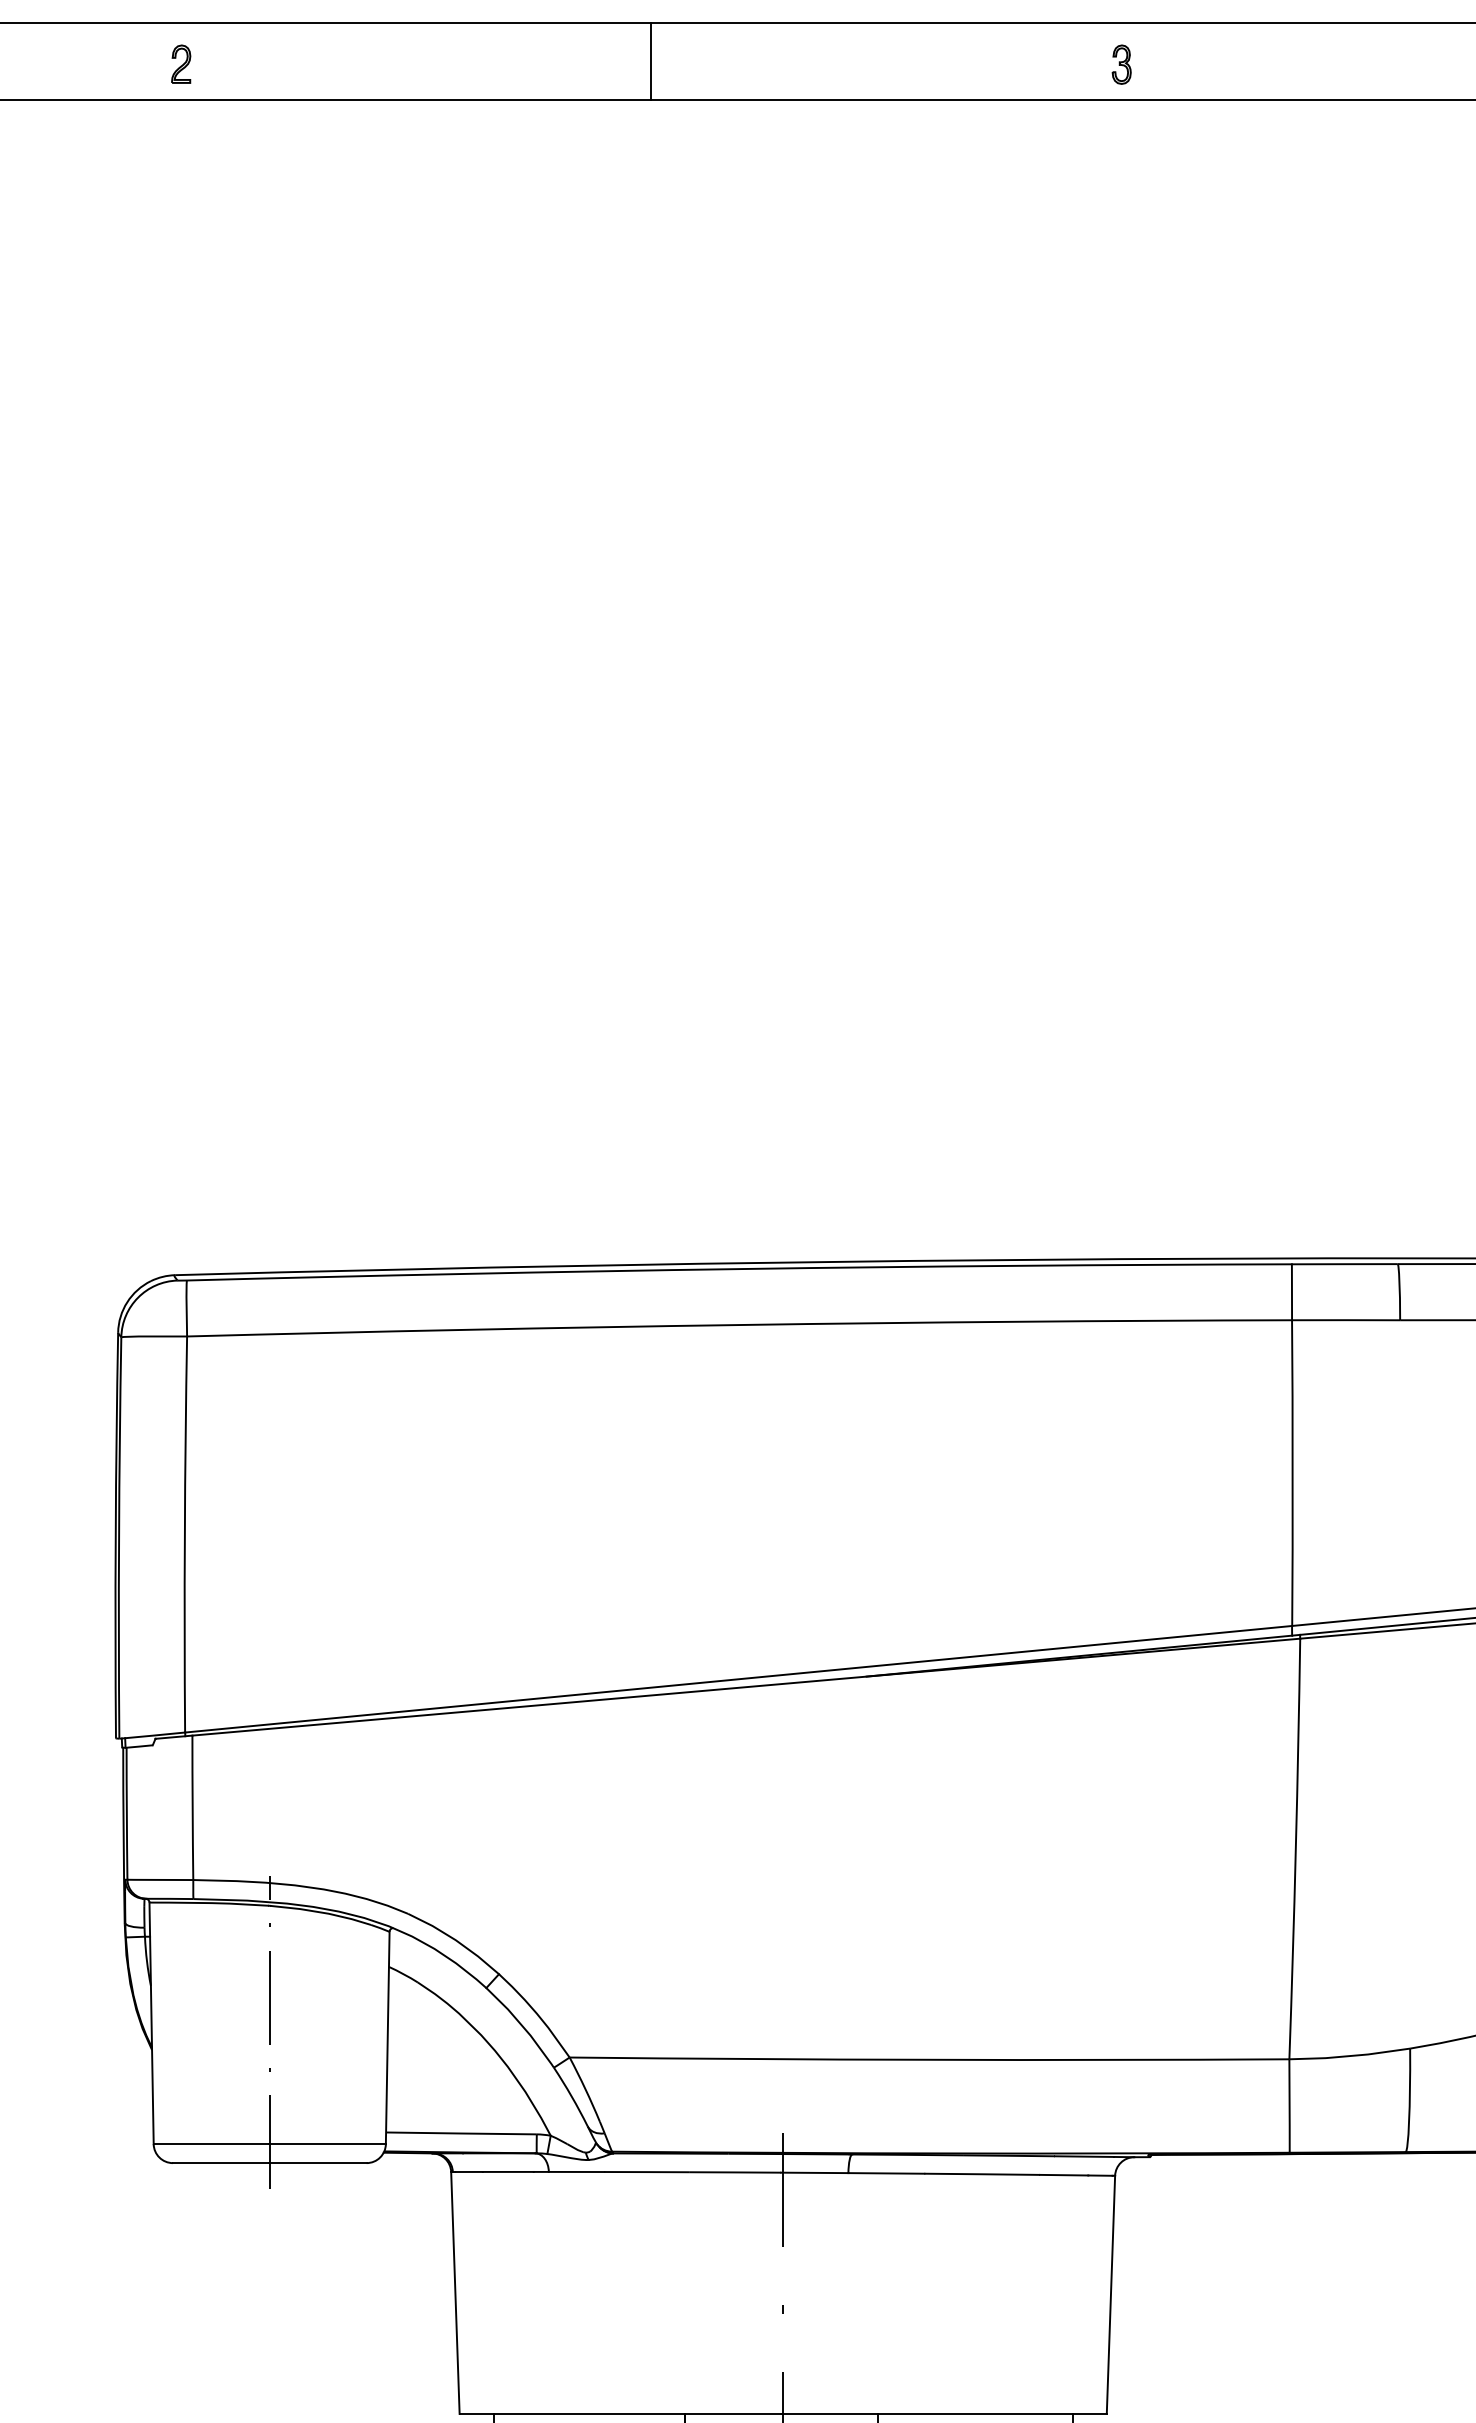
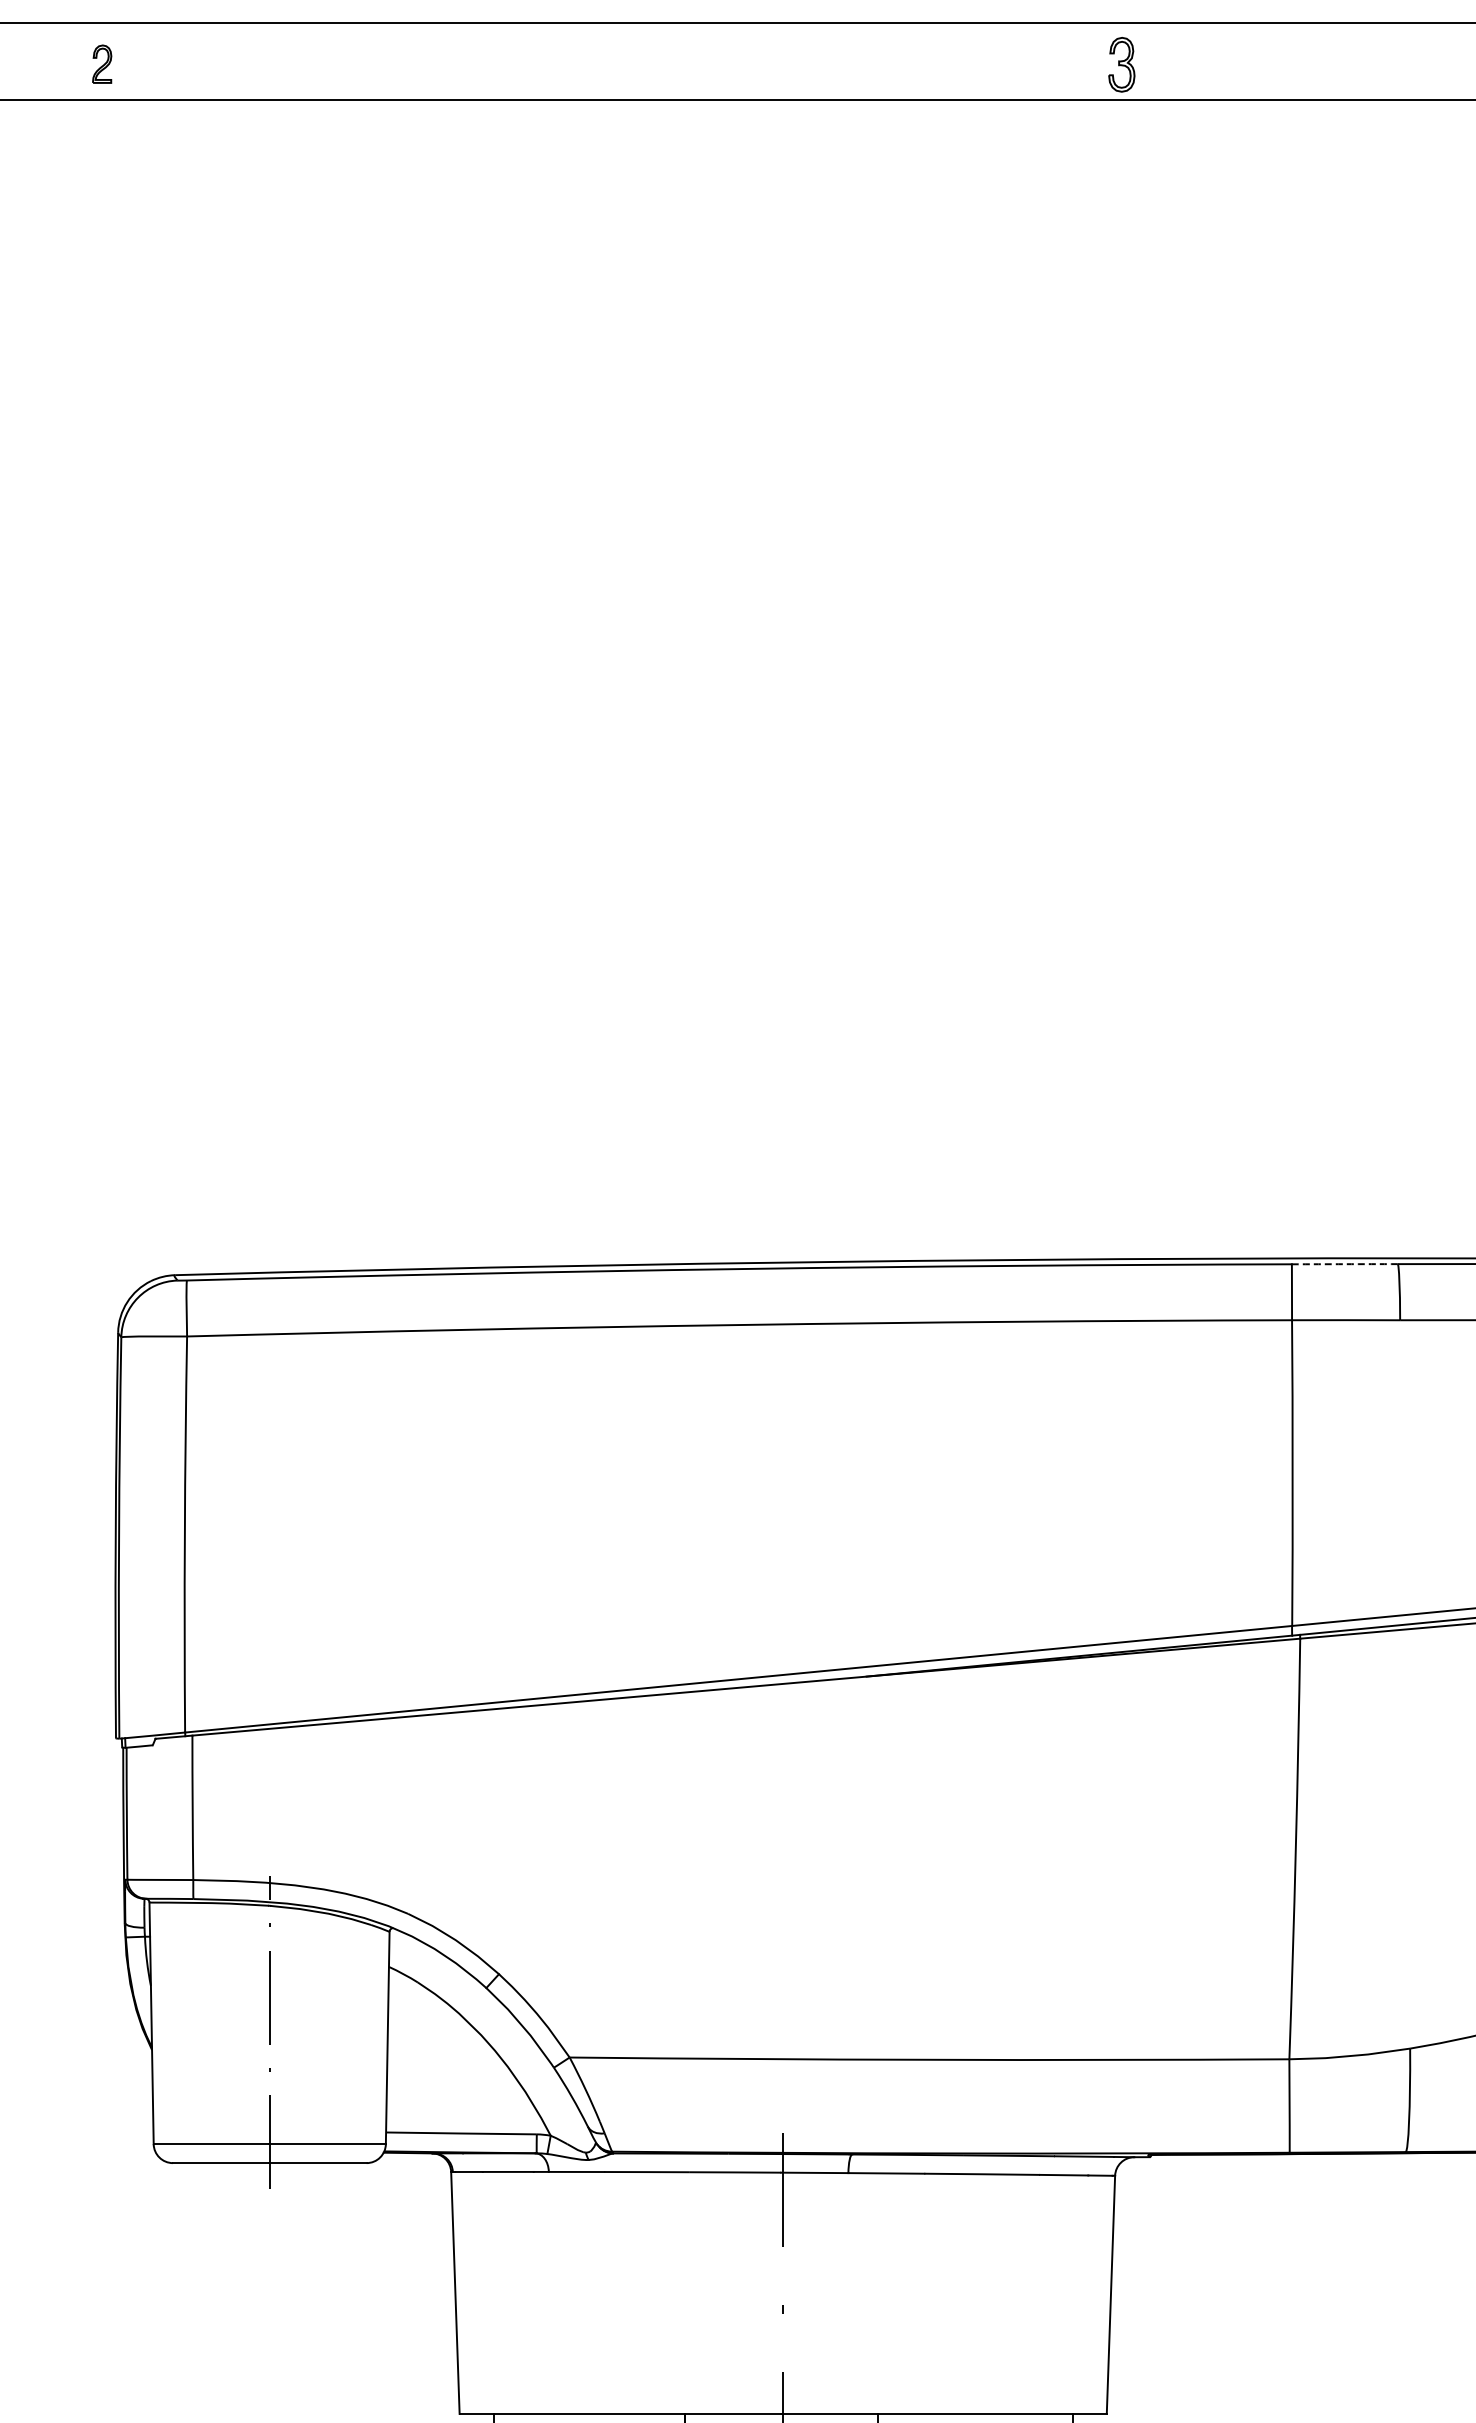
line at (651, 60): present -> none
part at (181, 63) position: (181, 63) -> (102, 63)
part at (1121, 64) size: 21x41 px -> 28x56 px
arc at (1344, 1264): solid -> dashed
